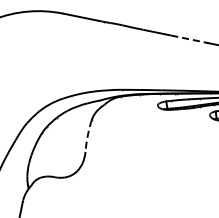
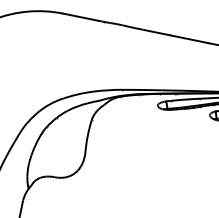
line at (189, 39): dashed -> solid
arc at (87, 135): dashed -> solid
